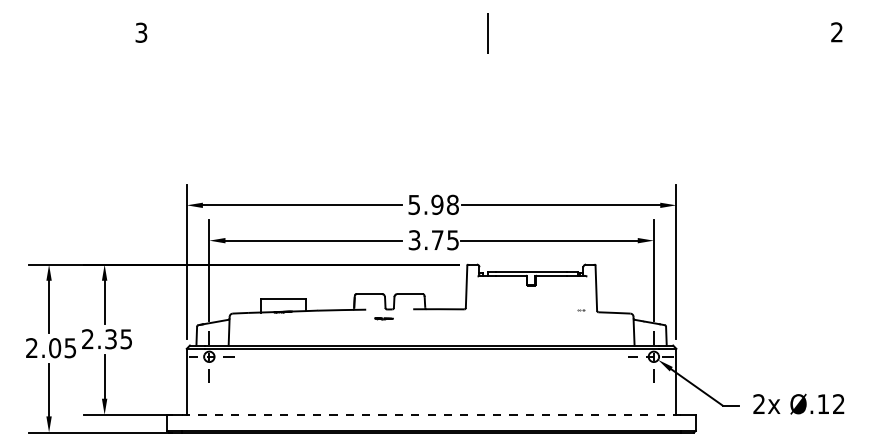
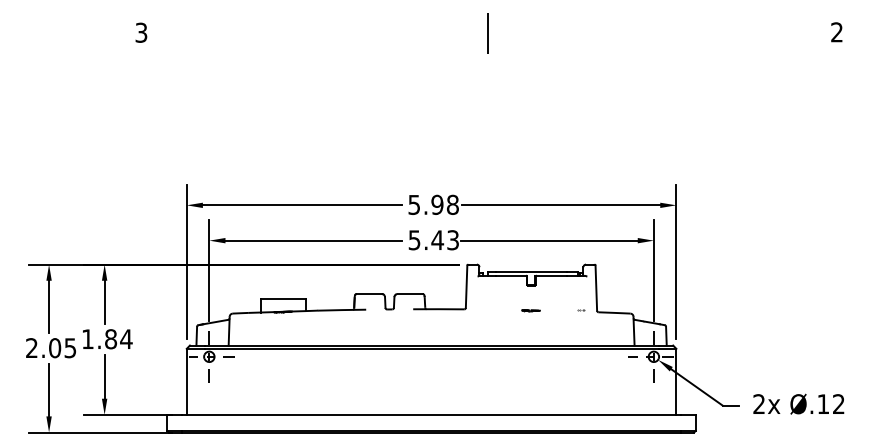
text at (433, 239): 3.75 -> 5.43
line at (383, 318) position: (383, 318) -> (530, 310)
text at (107, 339): 2.35 -> 1.84
line at (431, 414): dashed -> solid
